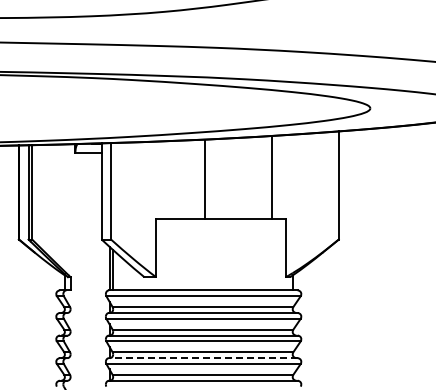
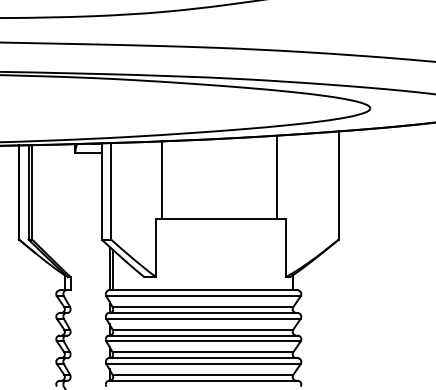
line at (271, 176) position: (271, 176) -> (276, 176)
line at (205, 179) position: (205, 179) -> (162, 179)
line at (202, 358): dashed -> solid
